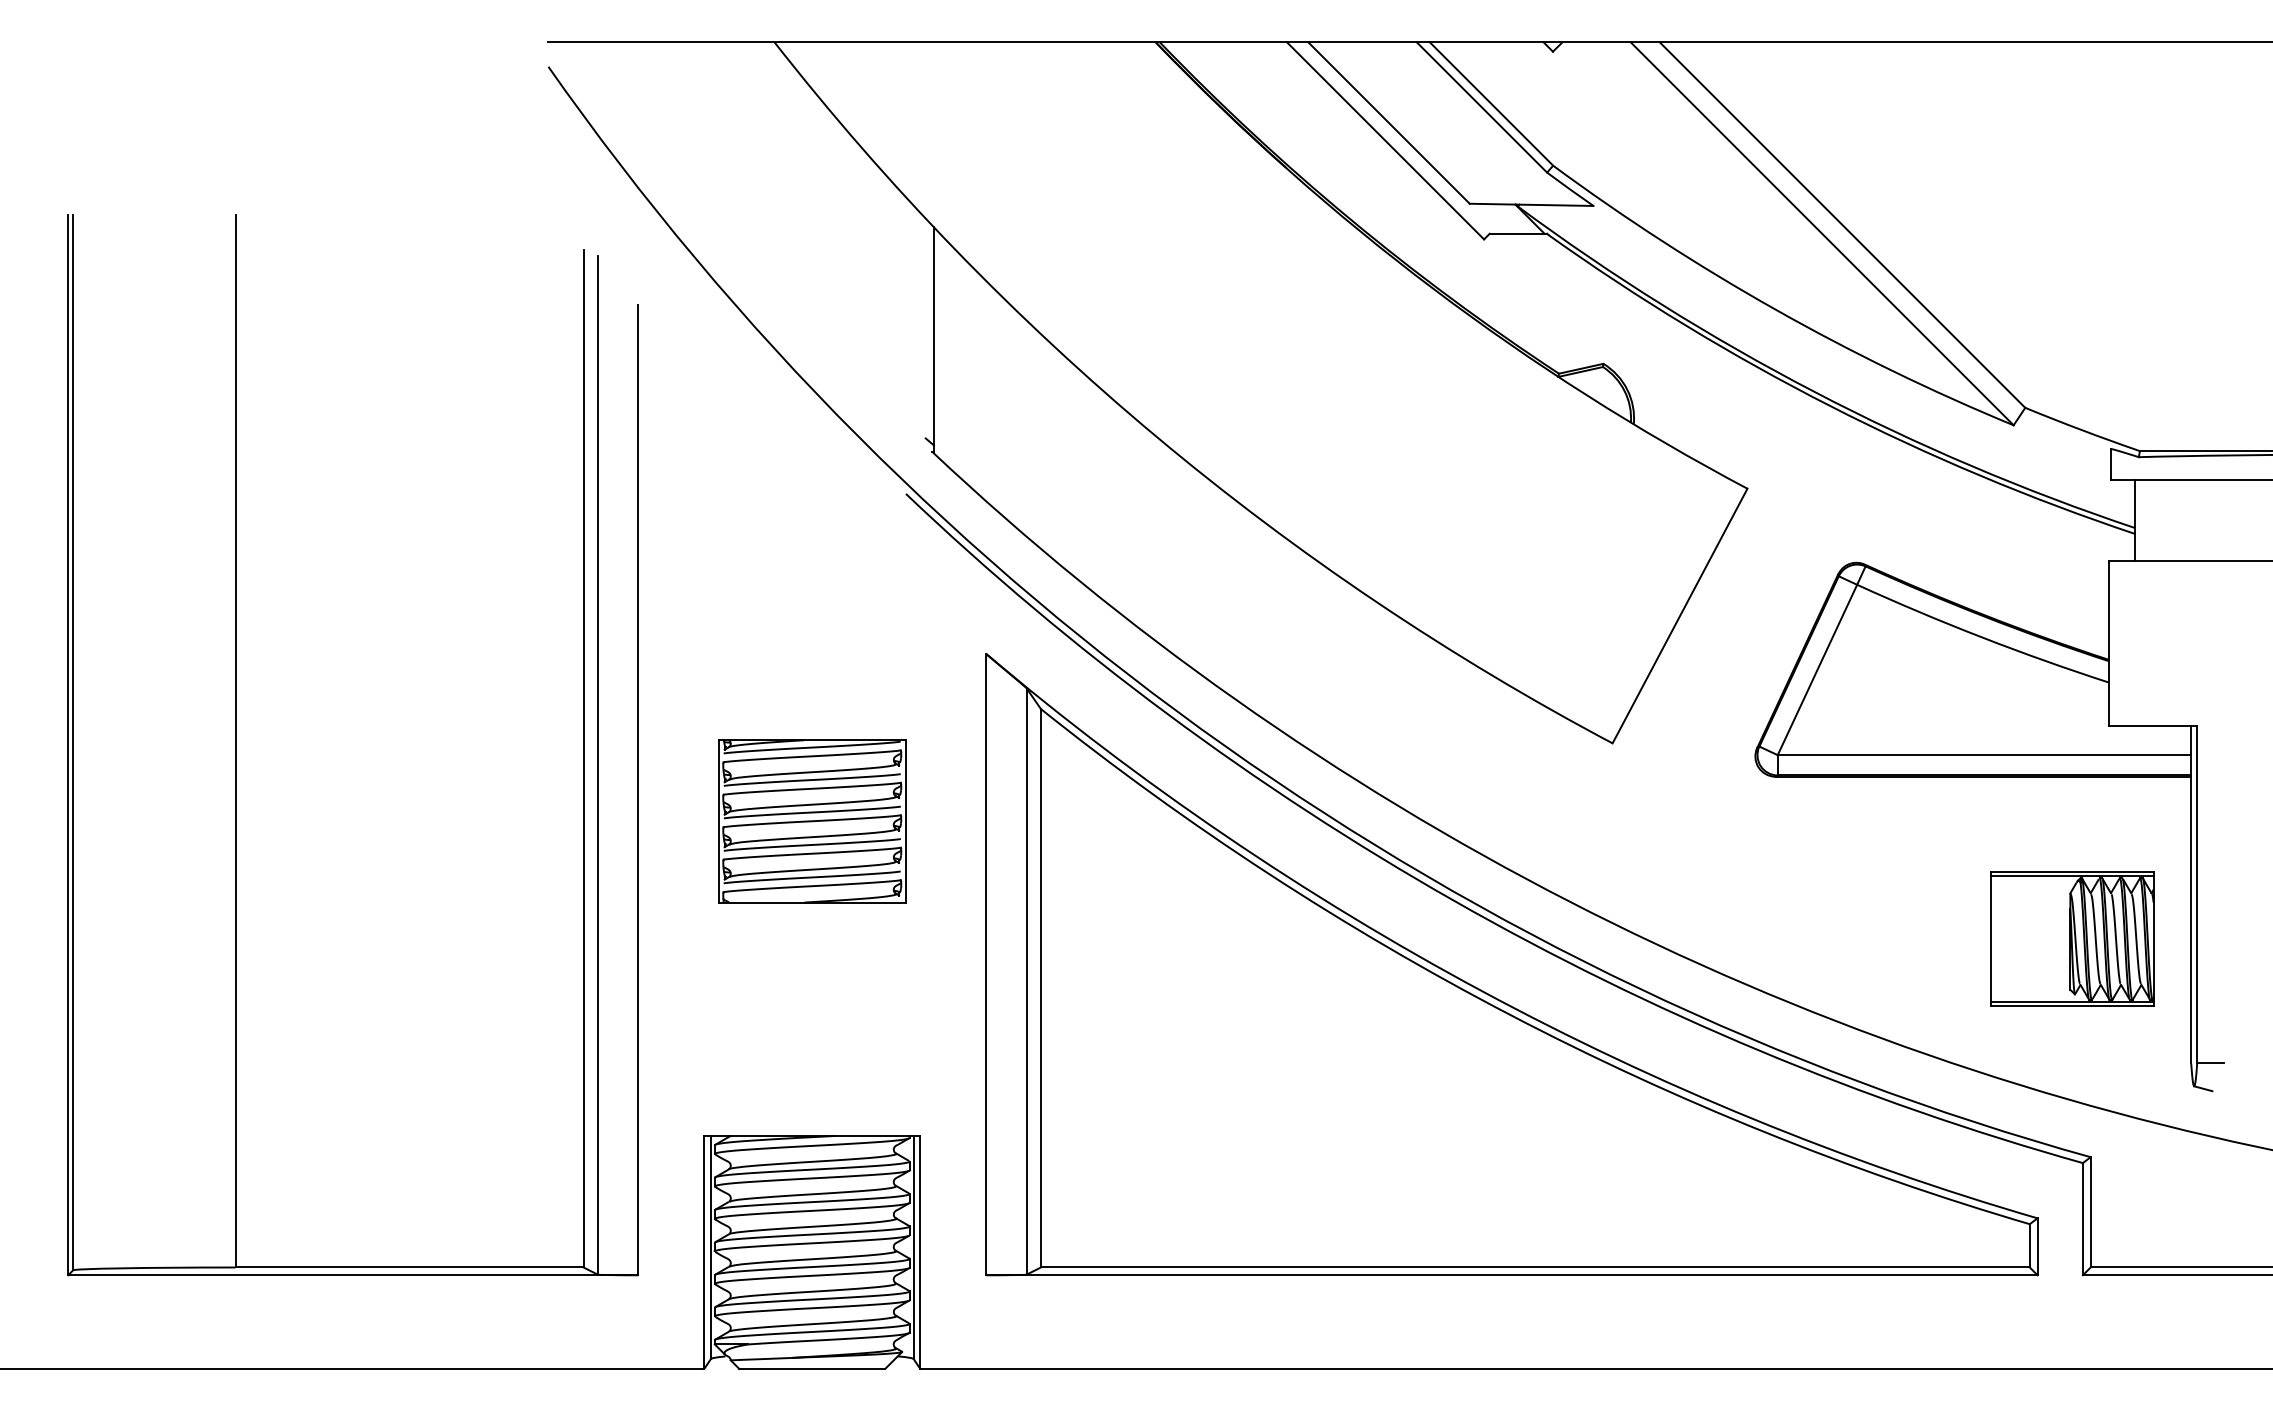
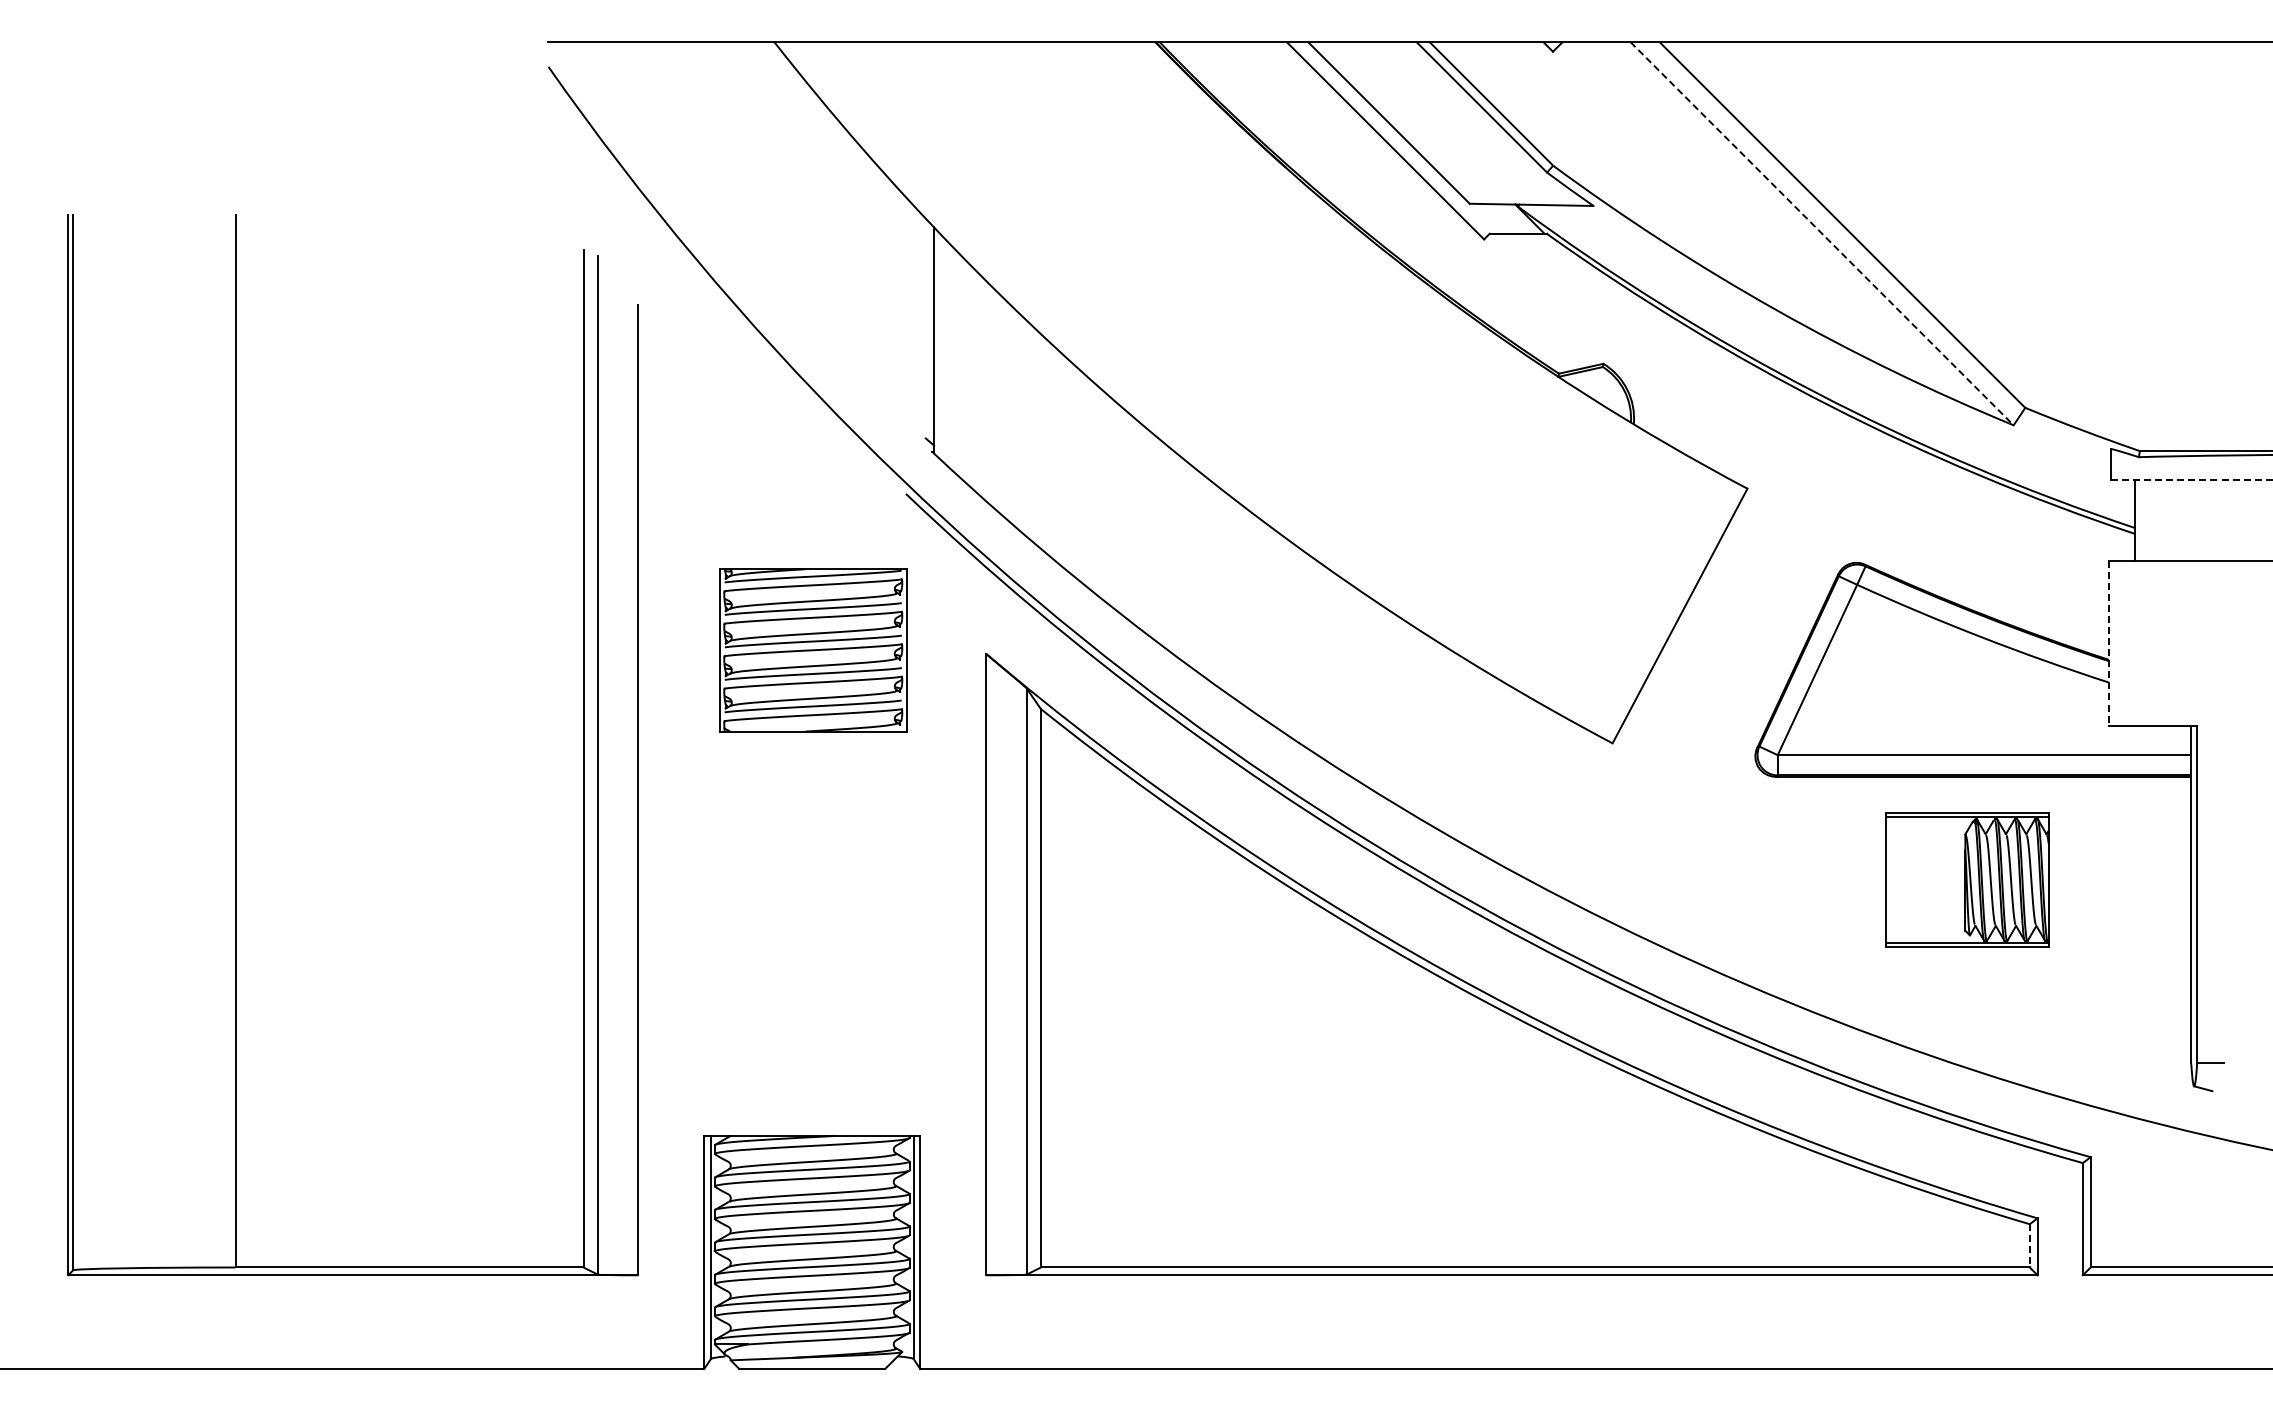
line at (1822, 233): solid -> dashed
line at (2191, 480): solid -> dashed
line at (2108, 643): solid -> dashed
part at (812, 821) position: (812, 821) -> (813, 650)
part at (2072, 938) position: (2072, 938) -> (1967, 879)
line at (2029, 1245): solid -> dashed
